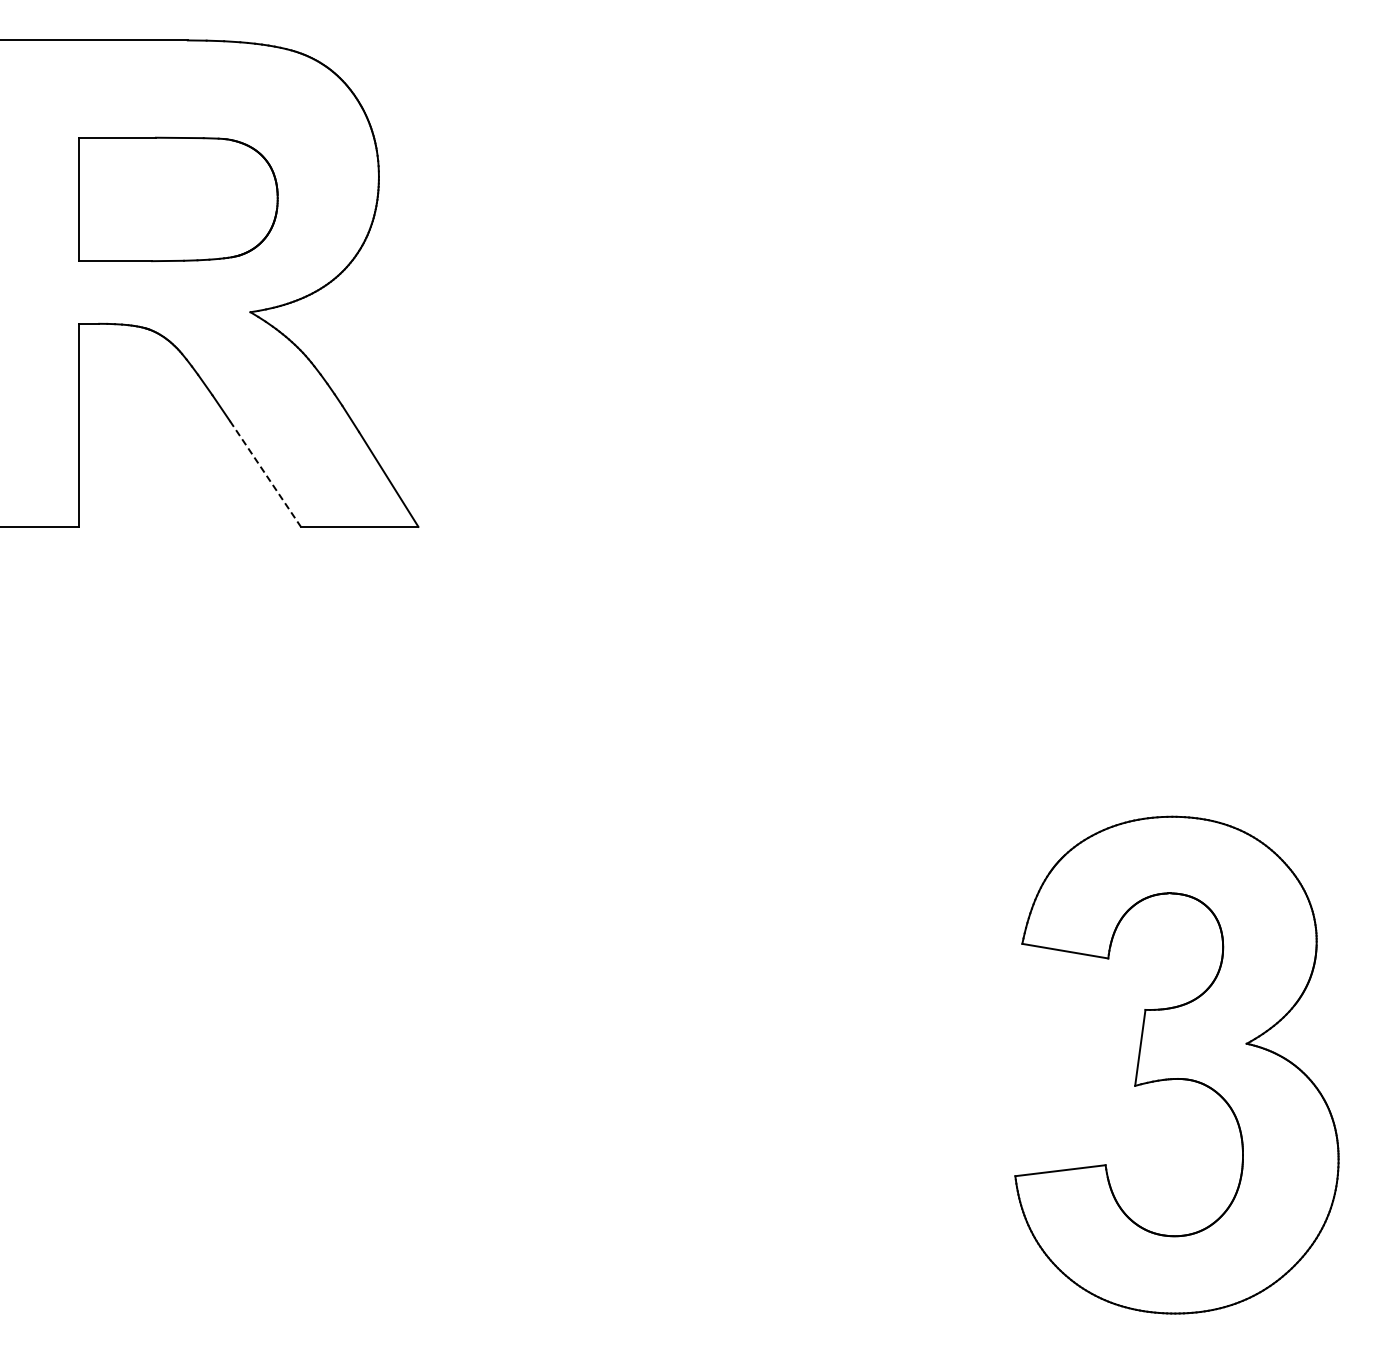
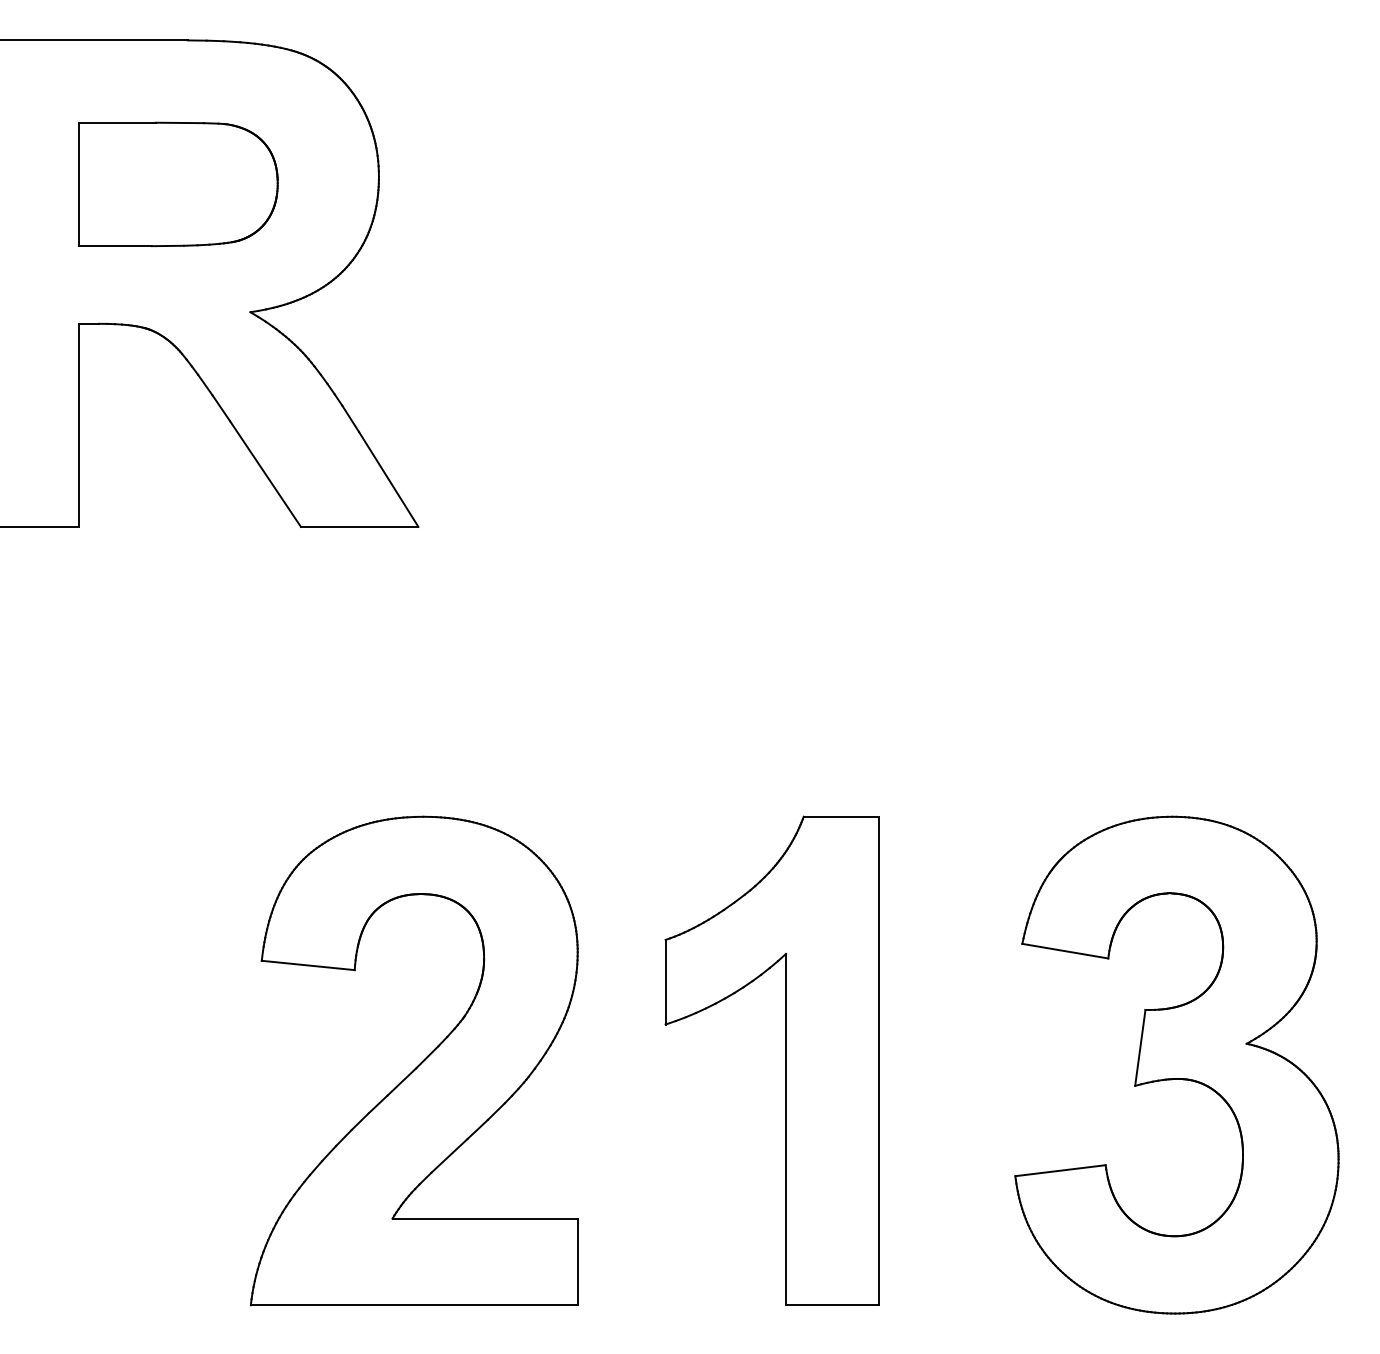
part at (178, 199) position: (178, 199) -> (178, 184)
line at (265, 473): dashed -> solid
part at (785, 1060): none -> present
part at (418, 1064): none -> present
